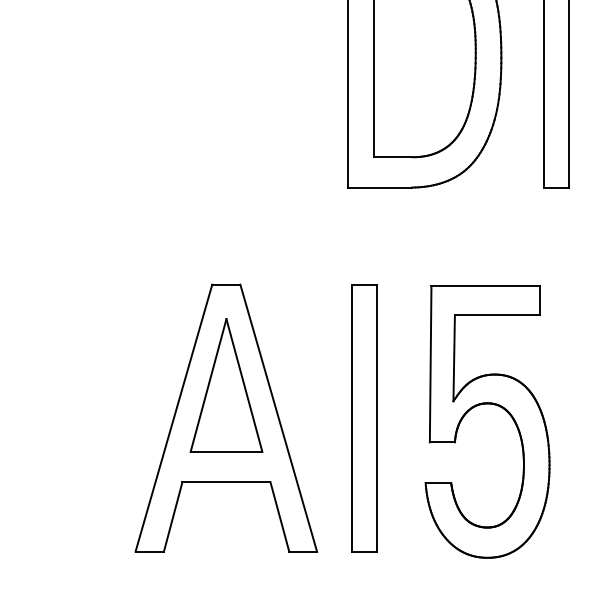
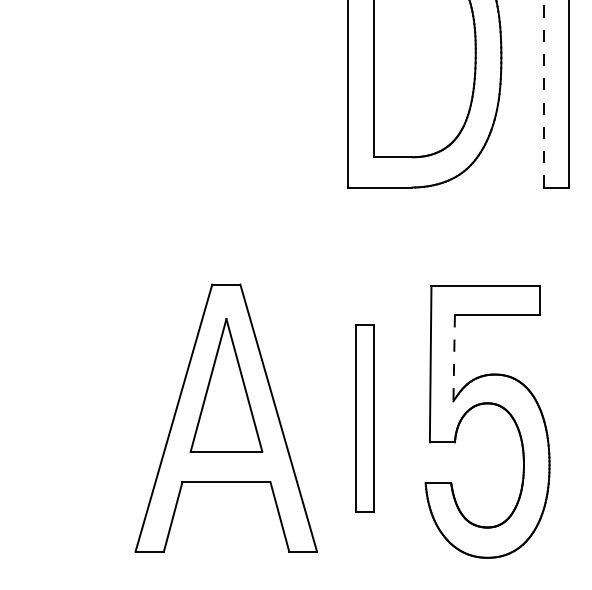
line at (543, 93): solid -> dashed
line at (454, 358): solid -> dashed
part at (364, 418) size: 27x269 px -> 20x189 px
